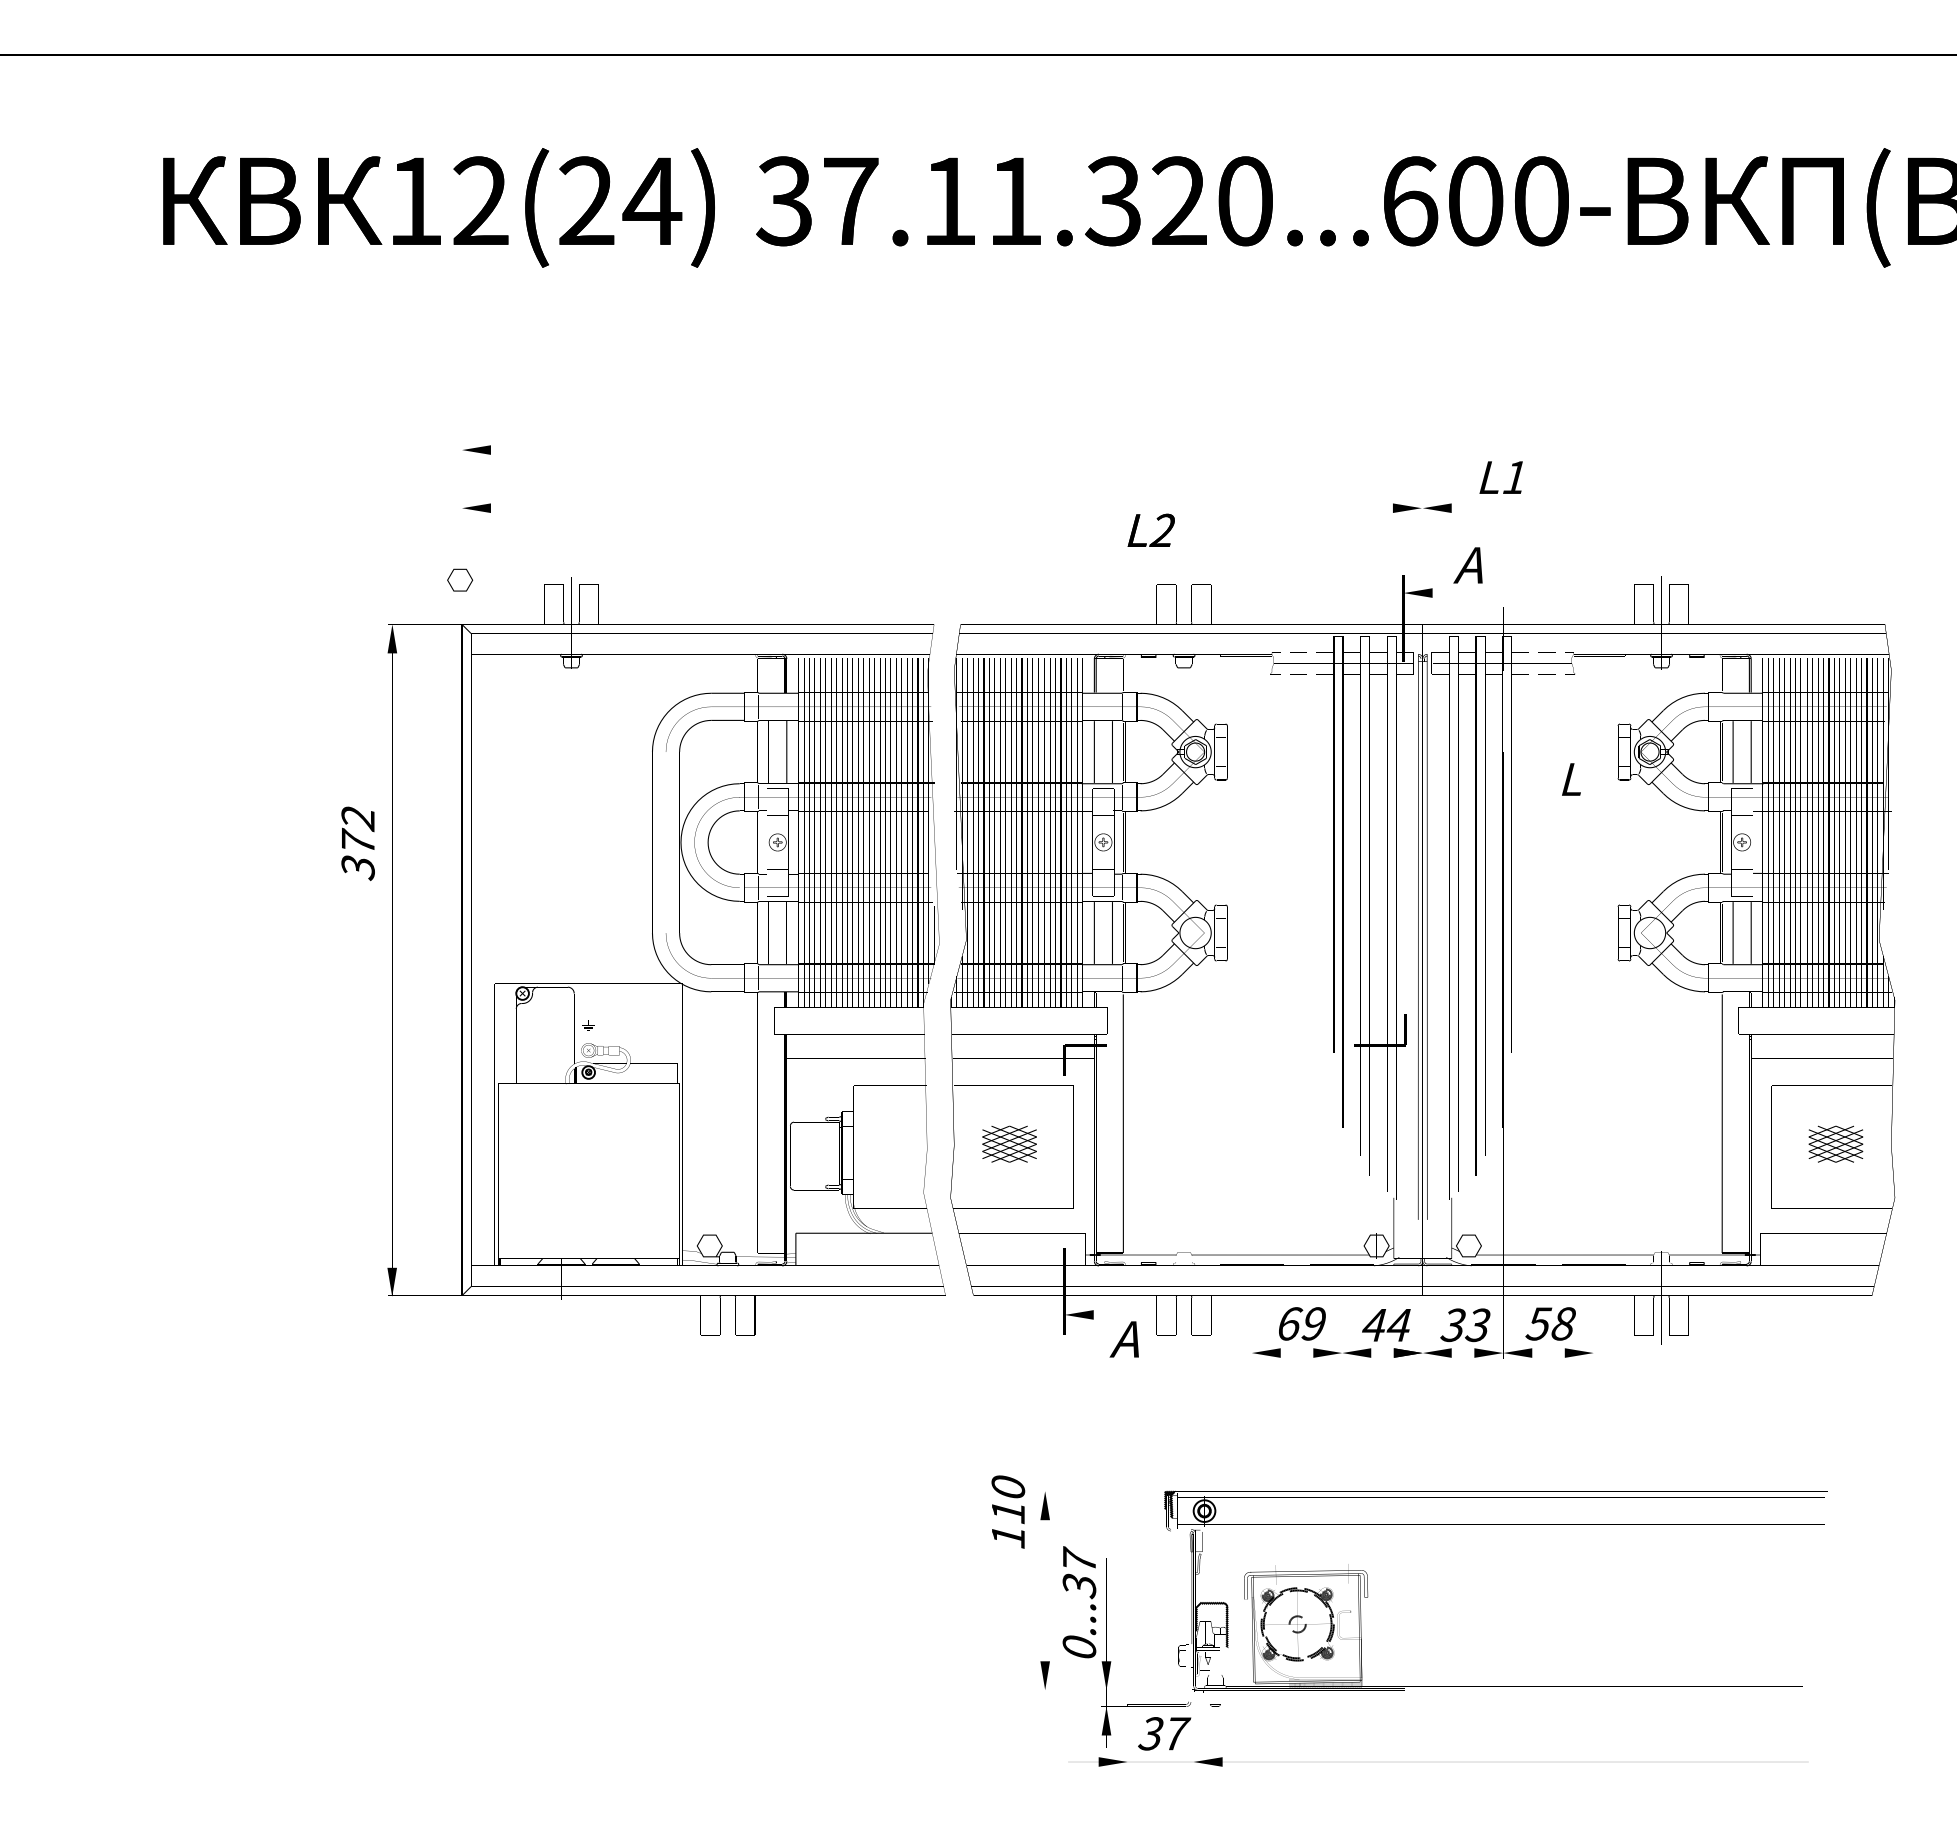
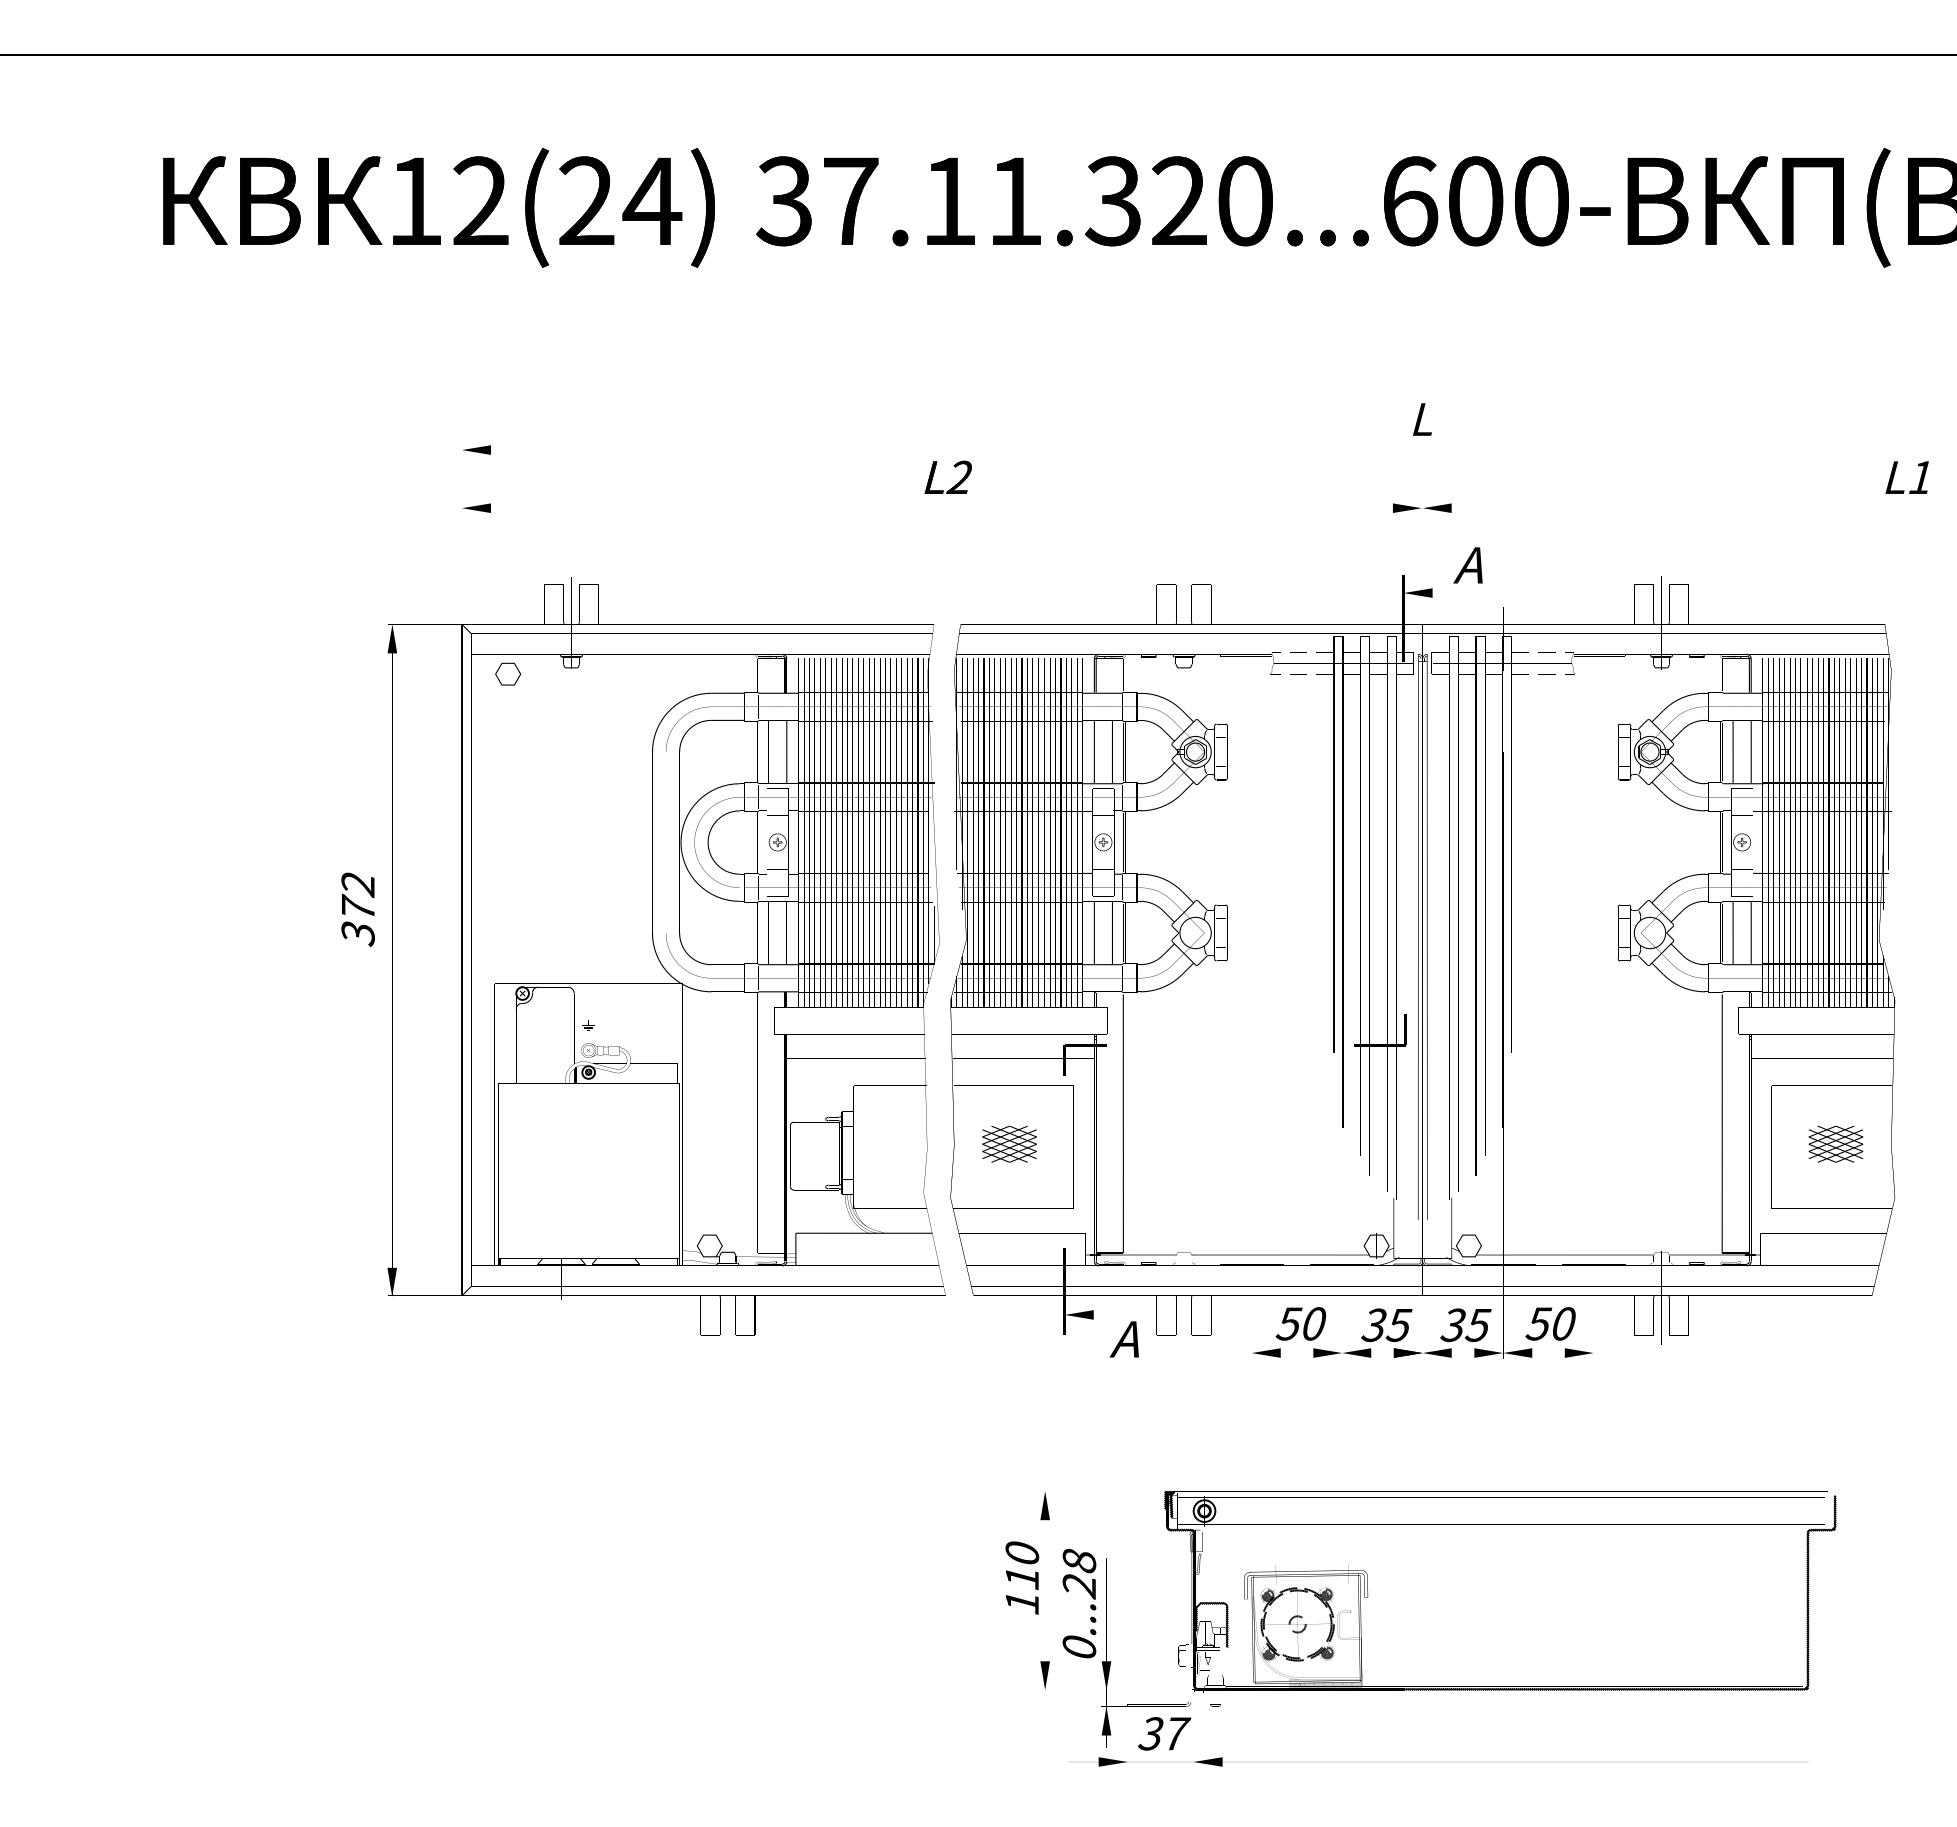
text at (1500, 477) position: (1500, 477) -> (1906, 477)
text at (1150, 529) position: (1150, 529) -> (947, 476)
part at (460, 579) position: (460, 579) -> (508, 673)
text at (1571, 779) position: (1571, 779) -> (1422, 419)
text at (357, 843) position: (357, 843) -> (357, 909)
text at (1300, 1323): 69 -> 50
text at (1563, 1323): 58 -> 50
text at (1478, 1324): 33 -> 35
text at (1386, 1325): 44 -> 35
text at (1008, 1511) position: (1008, 1511) -> (1022, 1577)
text at (1079, 1572): 0...37 -> 0...28
hatch at (1501, 1592): none -> present
